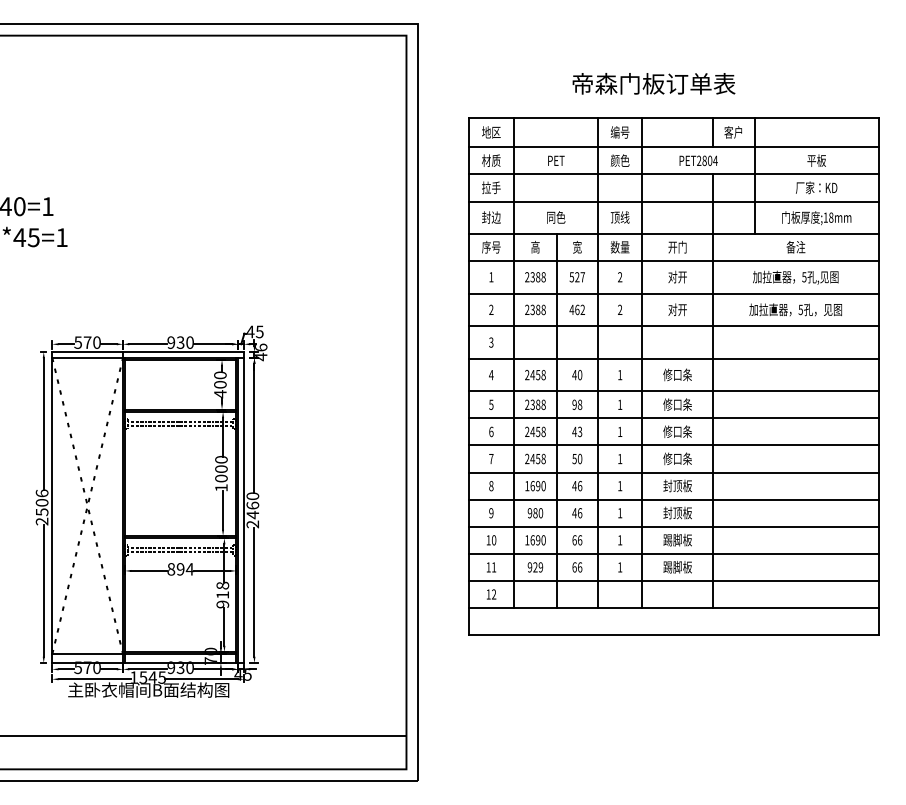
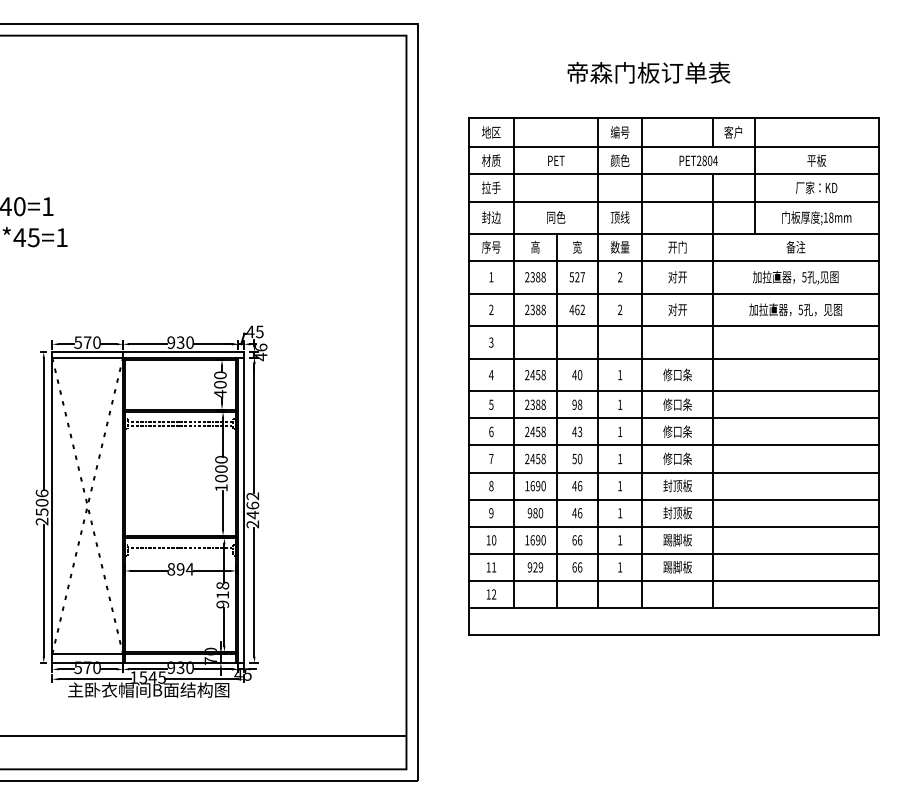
text at (653, 83) position: (653, 83) -> (648, 72)
text at (252, 496): 2460 -> 2462
line at (180, 552): present -> none
